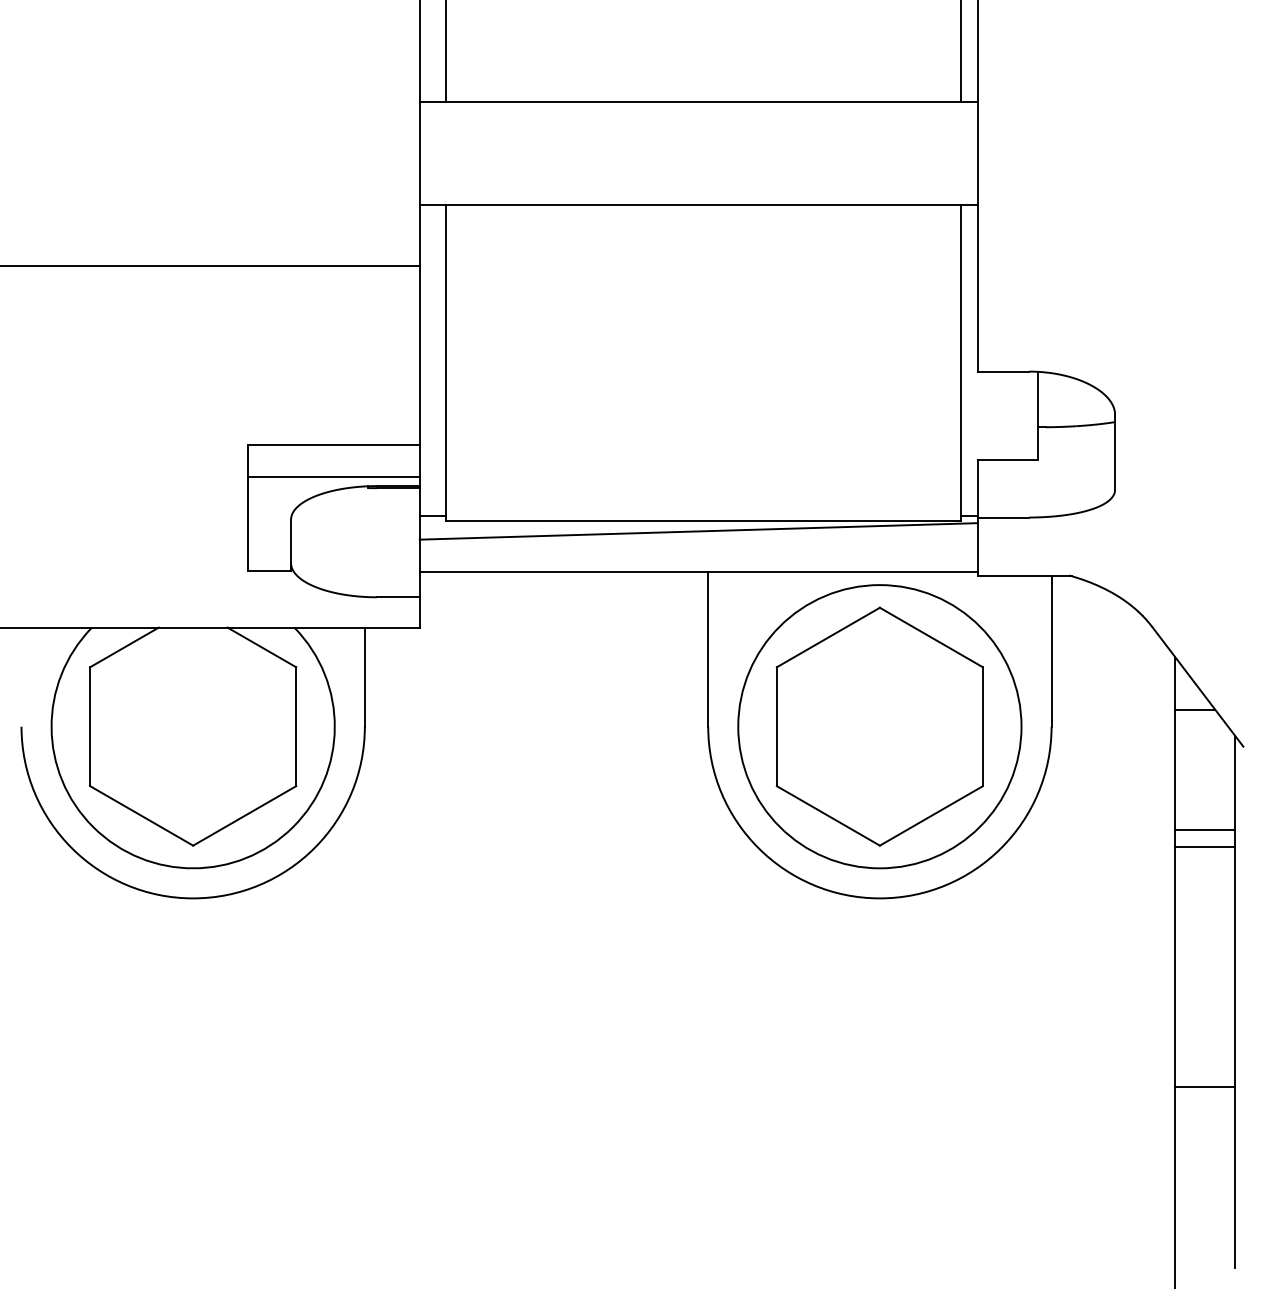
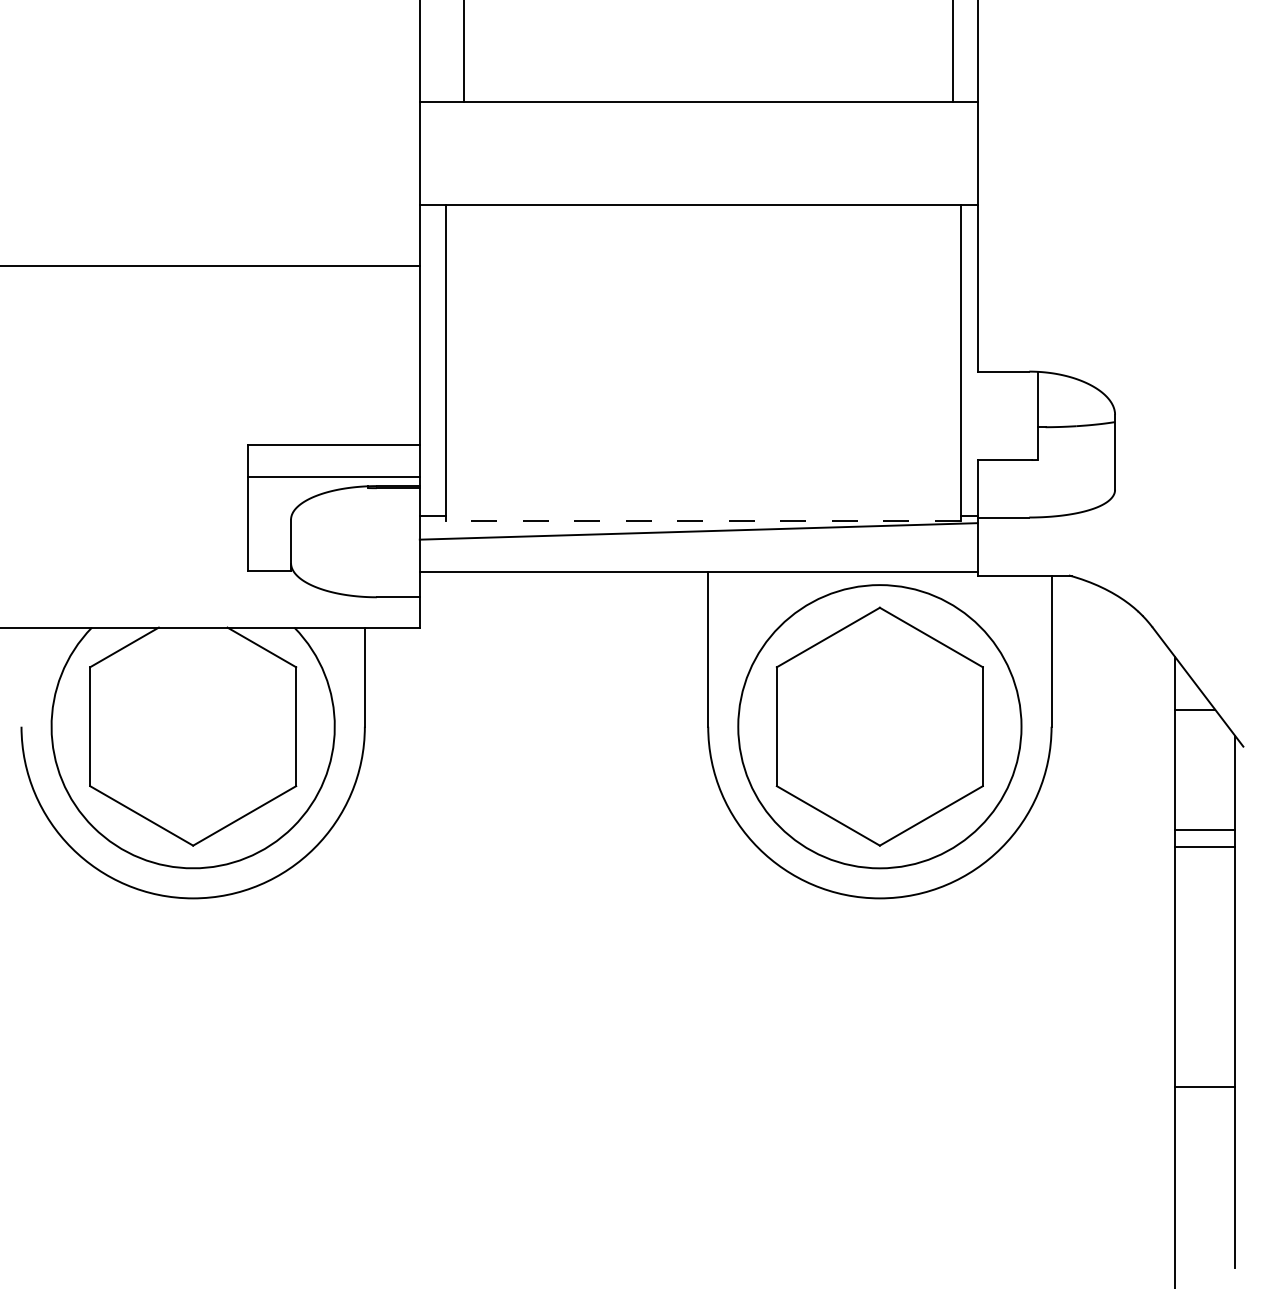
line at (445, 52) position: (445, 52) -> (463, 52)
line at (960, 52) position: (960, 52) -> (952, 52)
line at (703, 520): solid -> dashed
